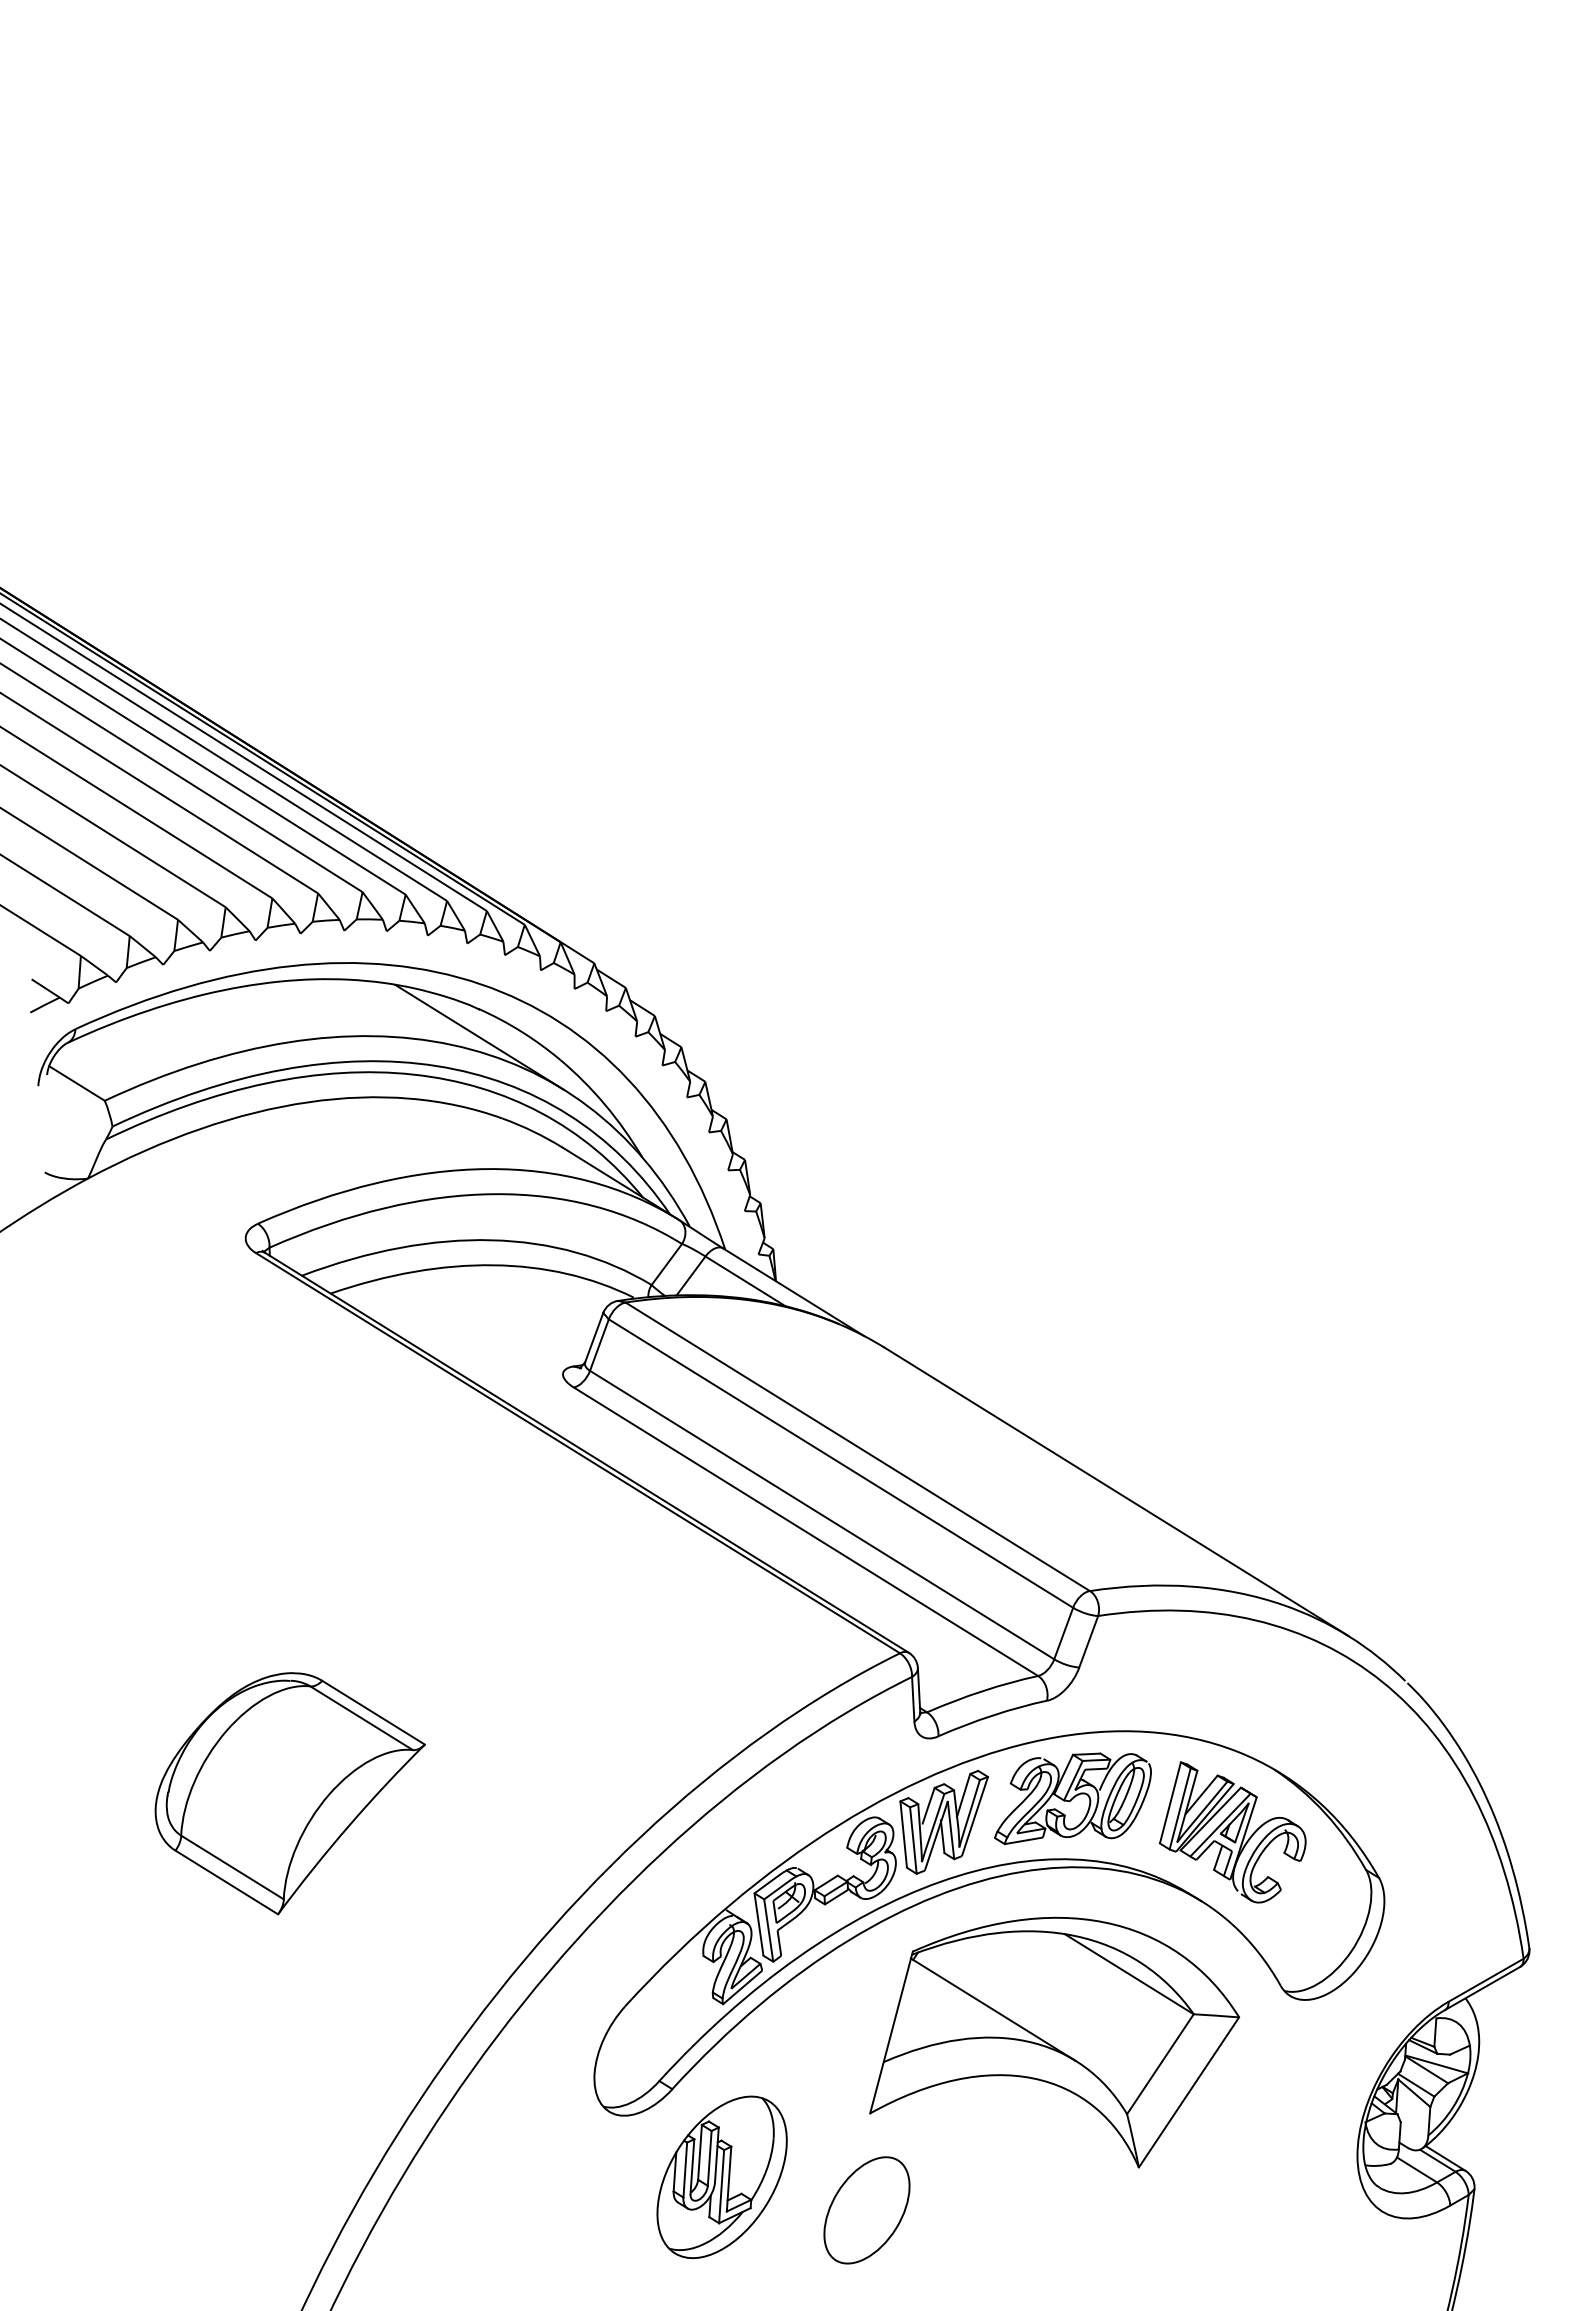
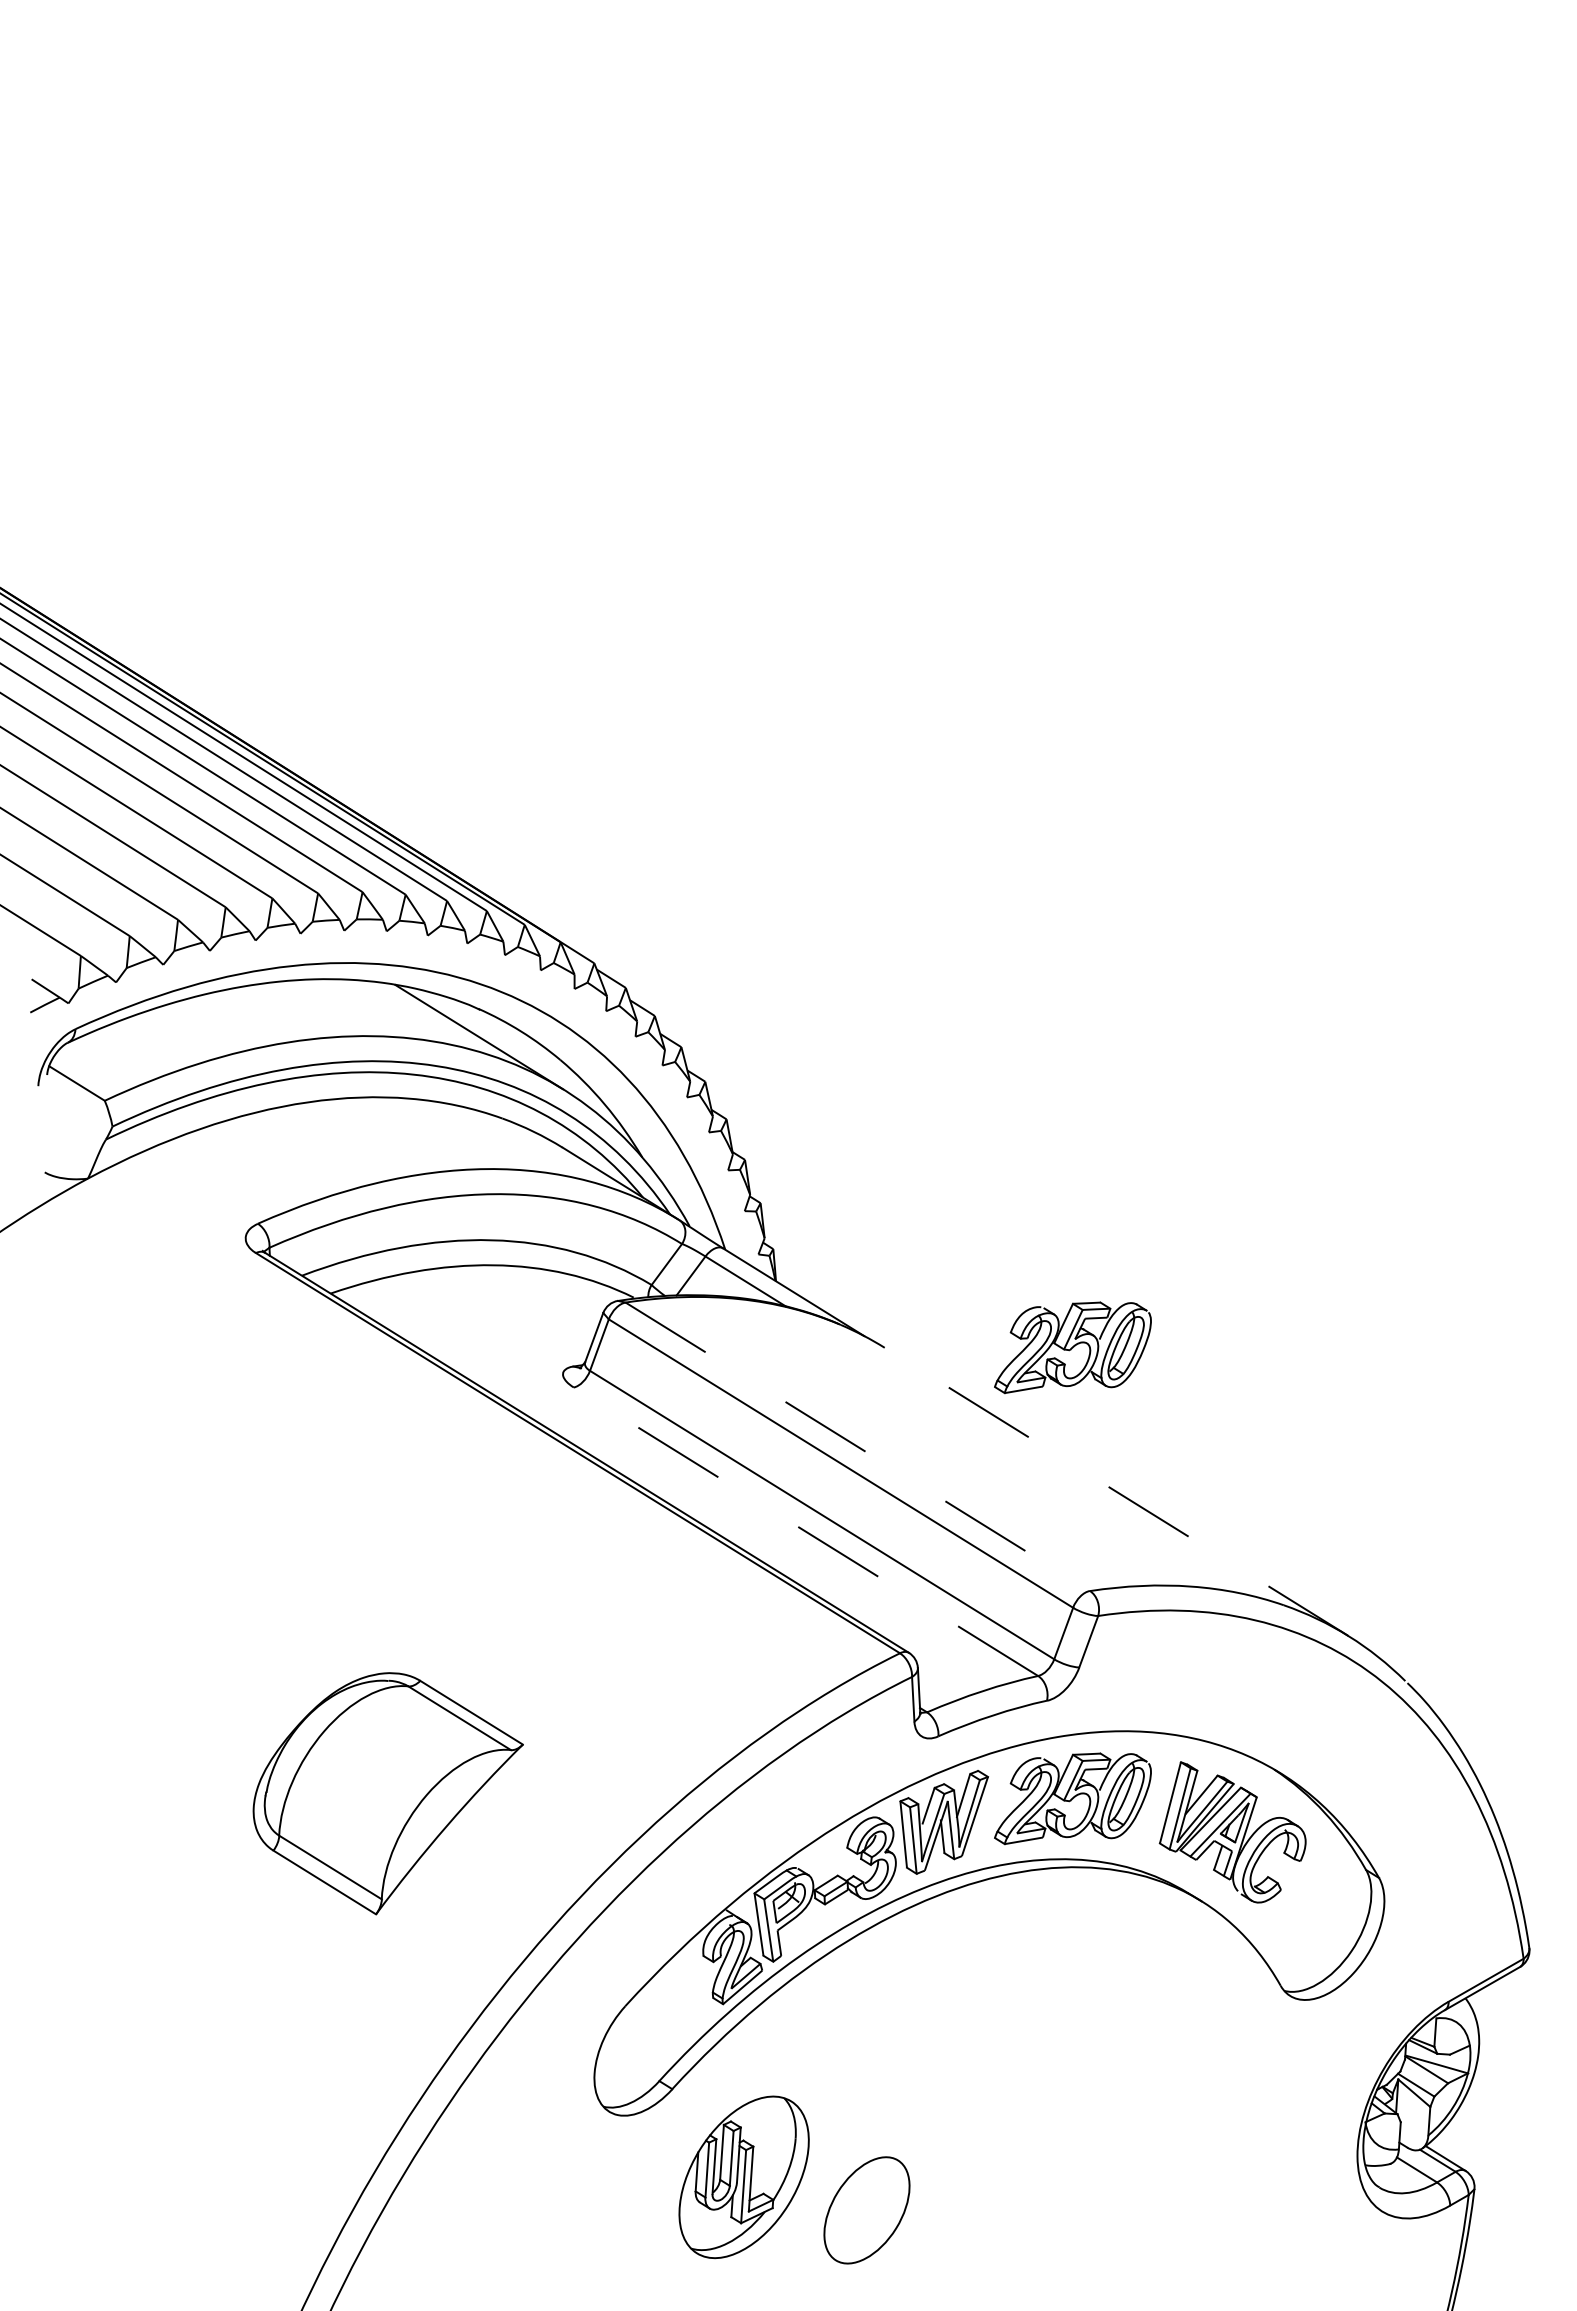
part at (1072, 1347): none -> present
line at (858, 1447): solid -> dashed
line at (1115, 1491): solid -> dashed
line at (805, 1531): solid -> dashed
part at (289, 1793) position: (289, 1793) -> (387, 1793)
part at (1054, 2042): present -> none
part at (721, 2177) position: (721, 2177) -> (743, 2177)
